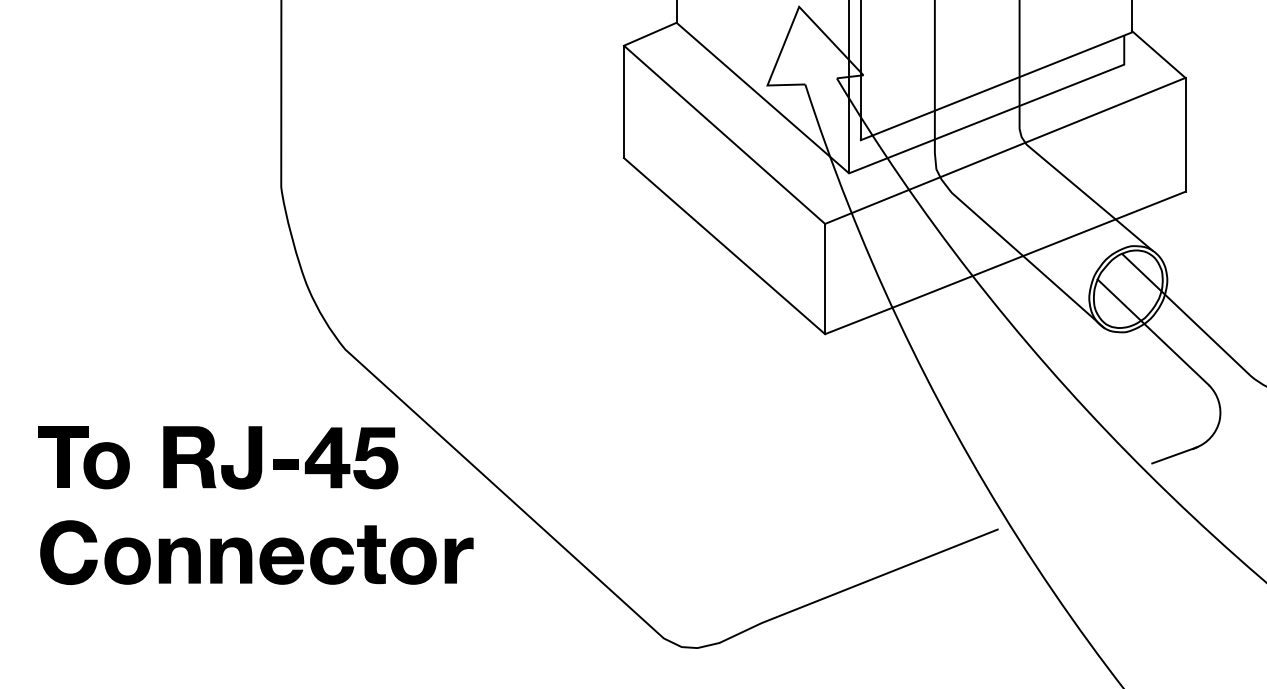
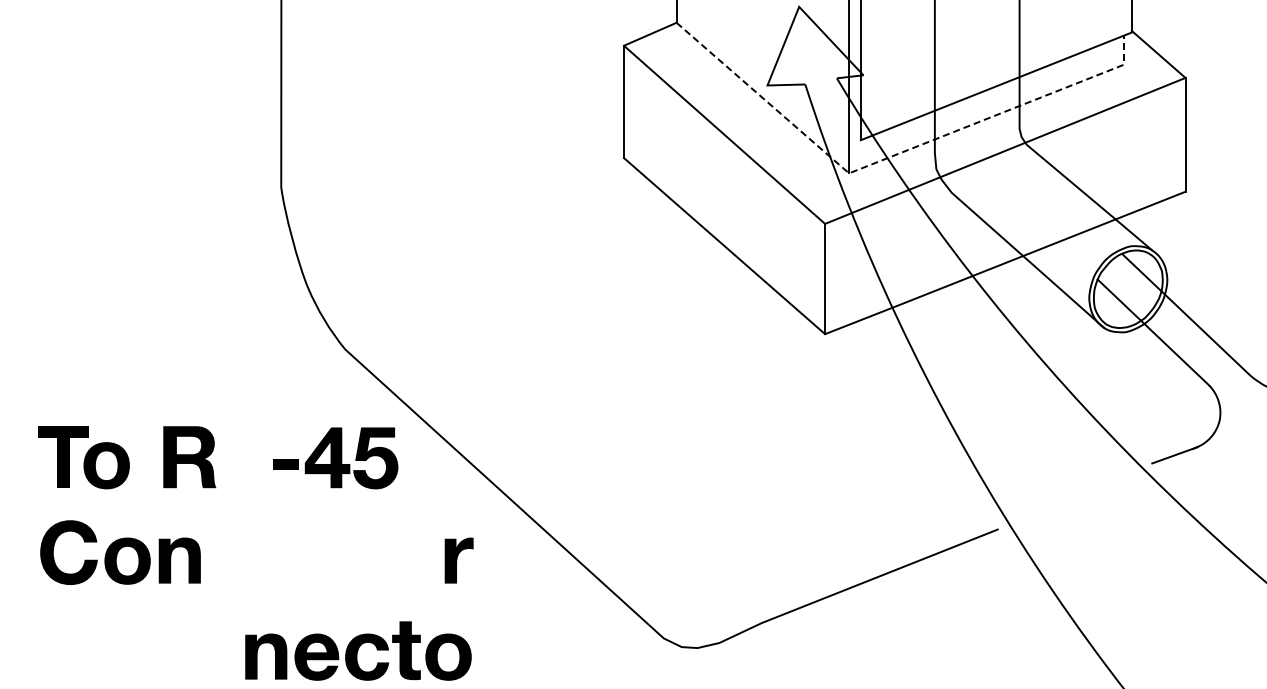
line at (894, 155): solid -> dashed
fill at (241, 457): present -> none
part at (323, 554) position: (323, 554) -> (358, 650)
